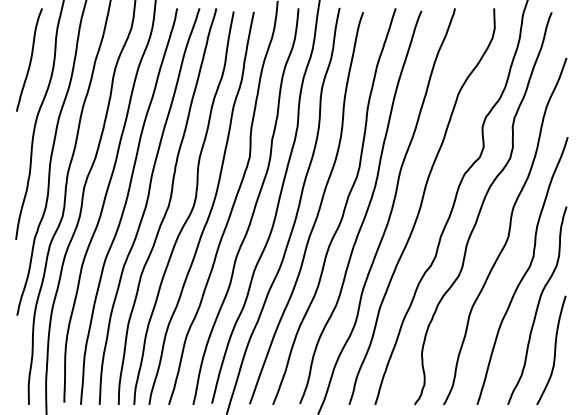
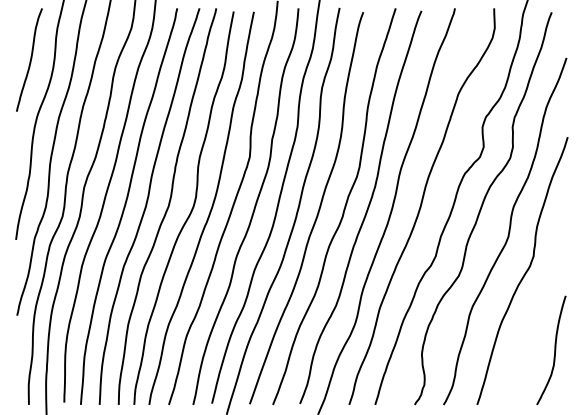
curve at (537, 305): present -> none
